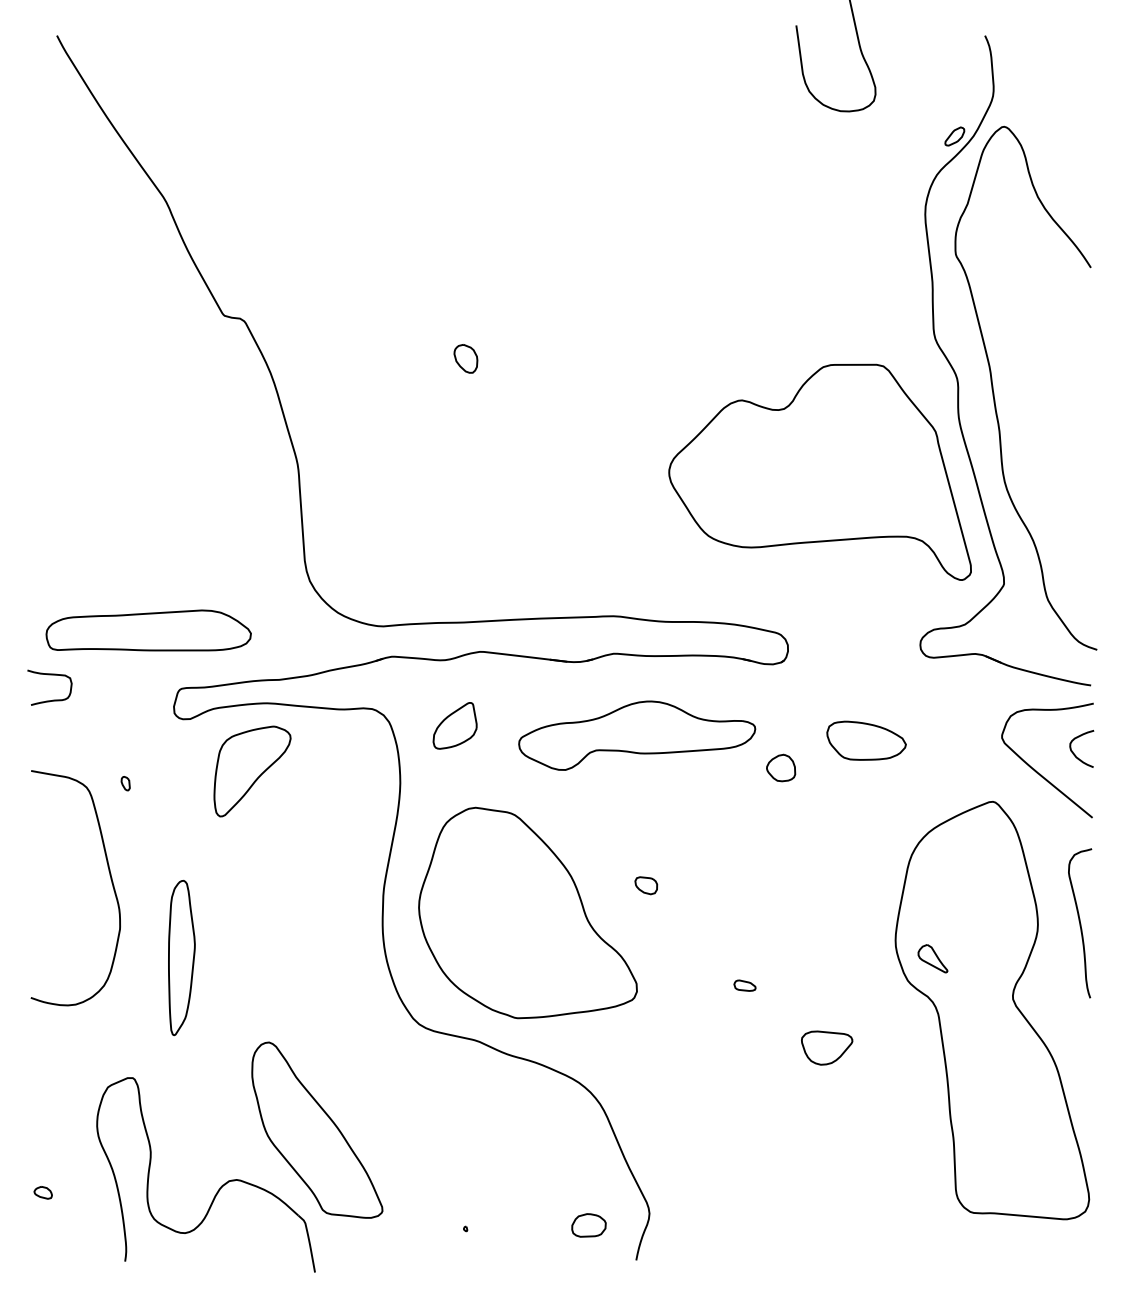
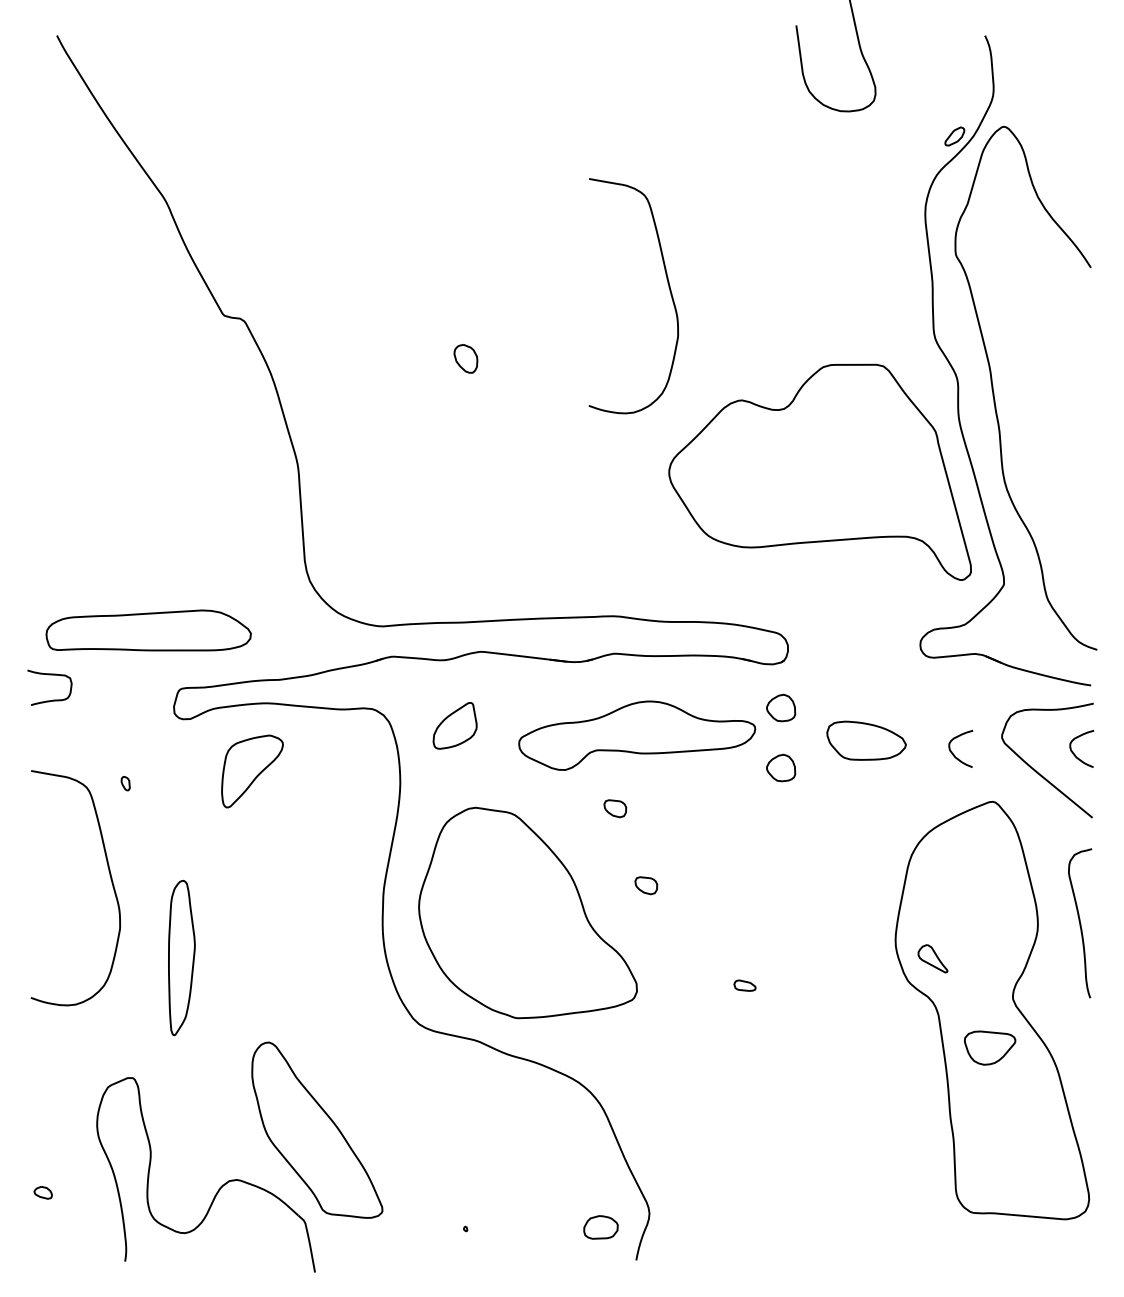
curve at (668, 287): none -> present
part at (781, 707): none -> present
curve at (954, 754): none -> present
part at (252, 771) size: 79x93 px -> 63x75 px
part at (615, 808): none -> present
part at (827, 1047) position: (827, 1047) -> (990, 1047)
part at (588, 1225) position: (588, 1225) -> (600, 1227)
